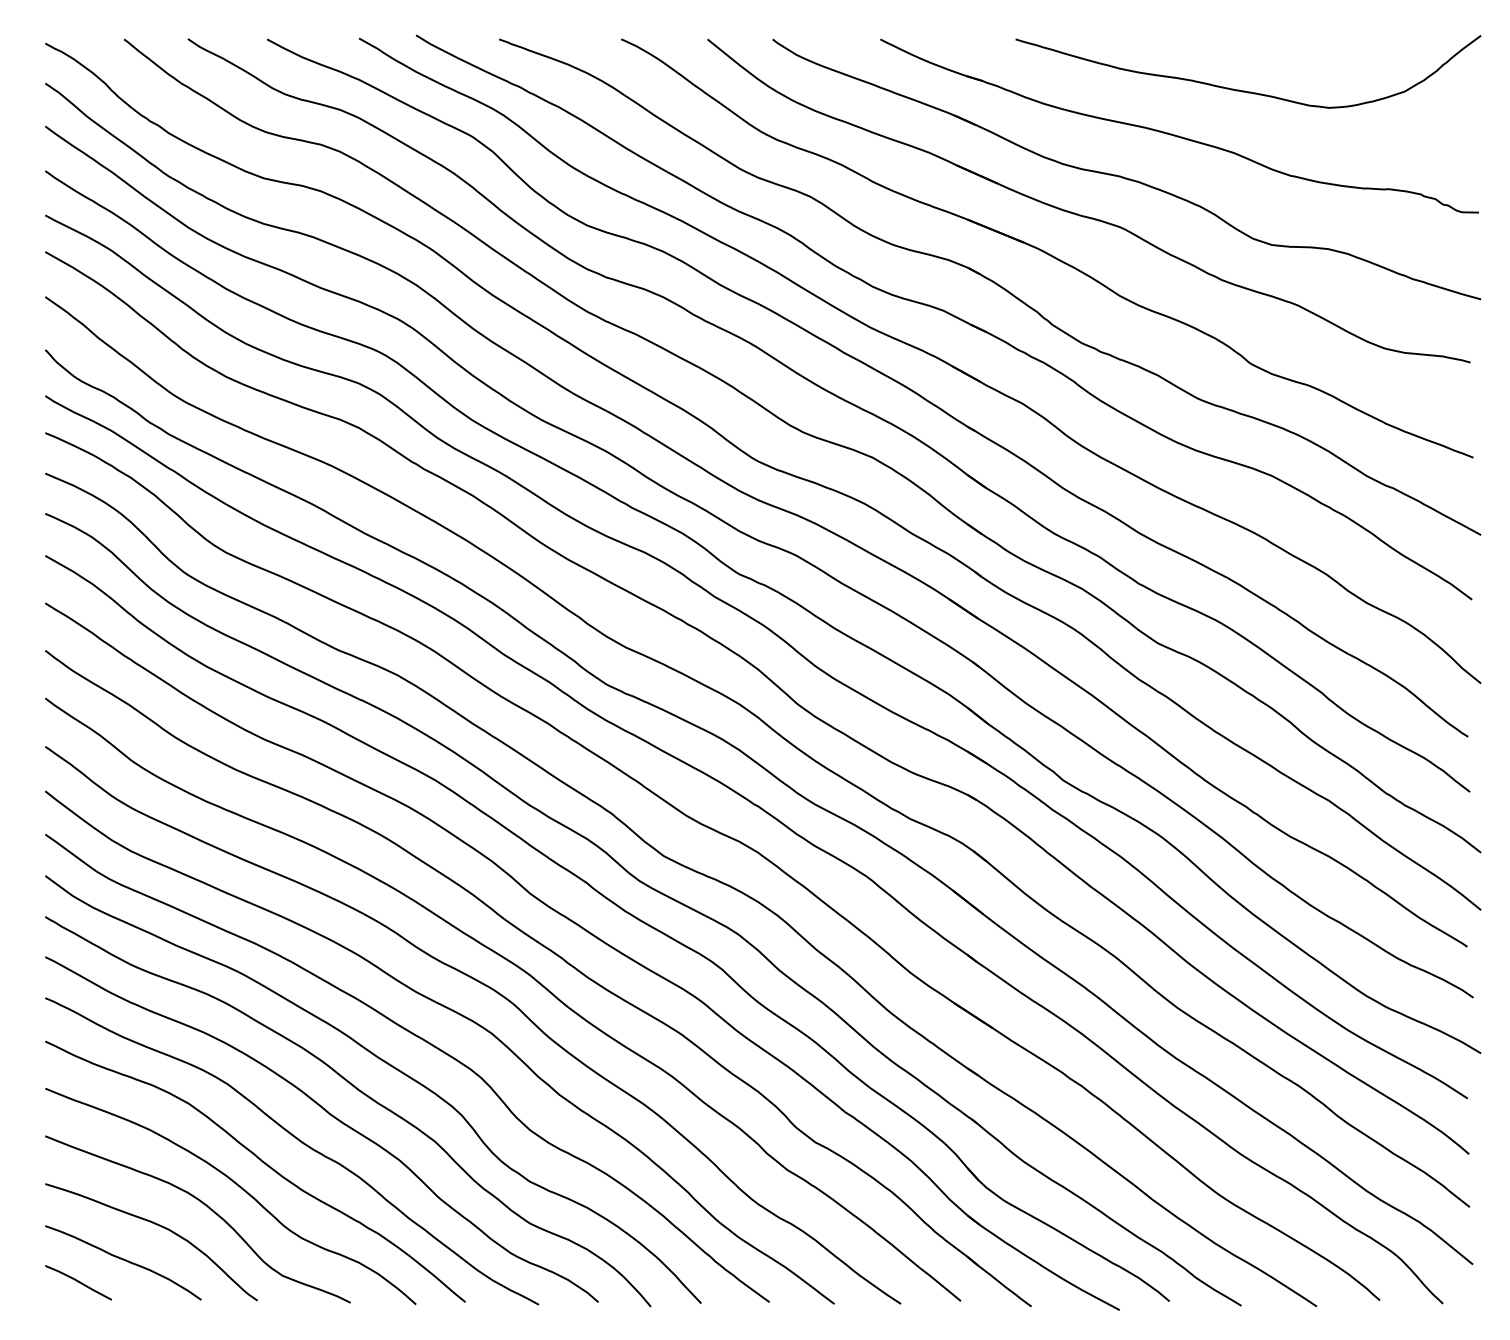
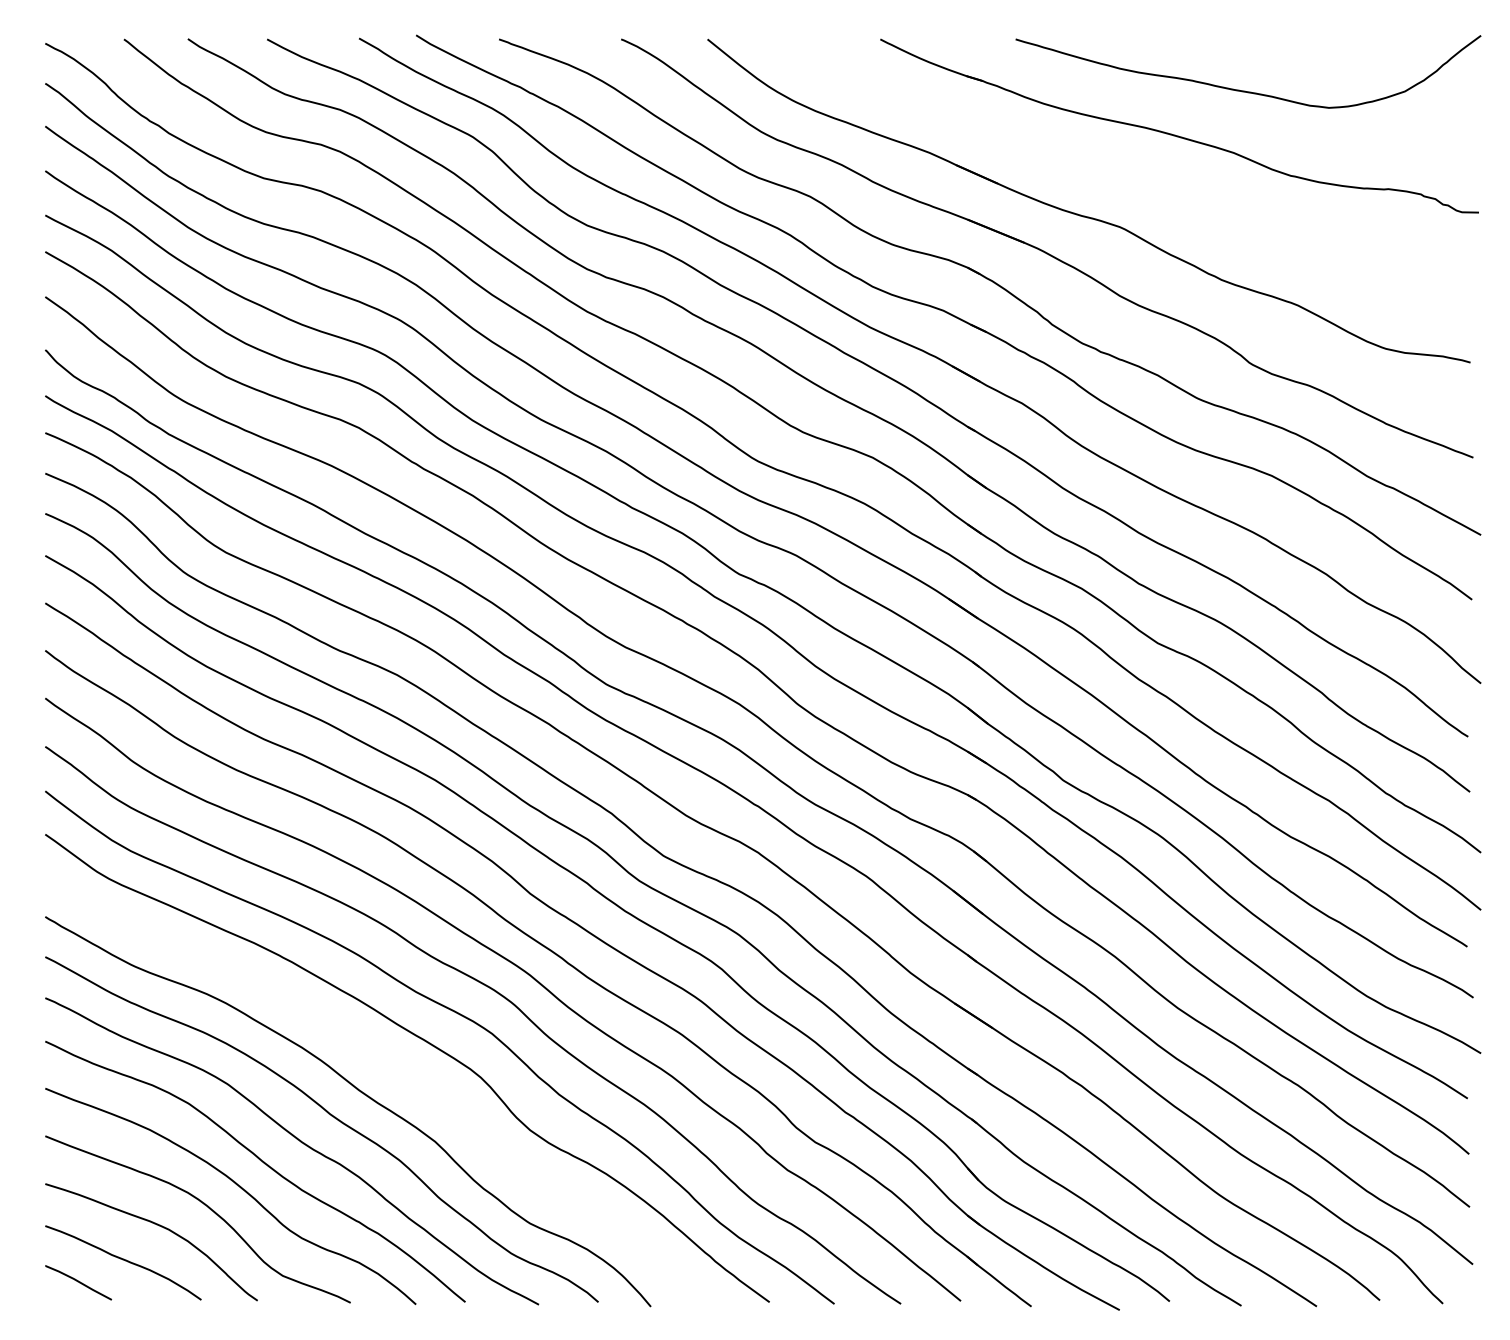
part at (1123, 176): present -> none
curve at (388, 1065): present -> none
